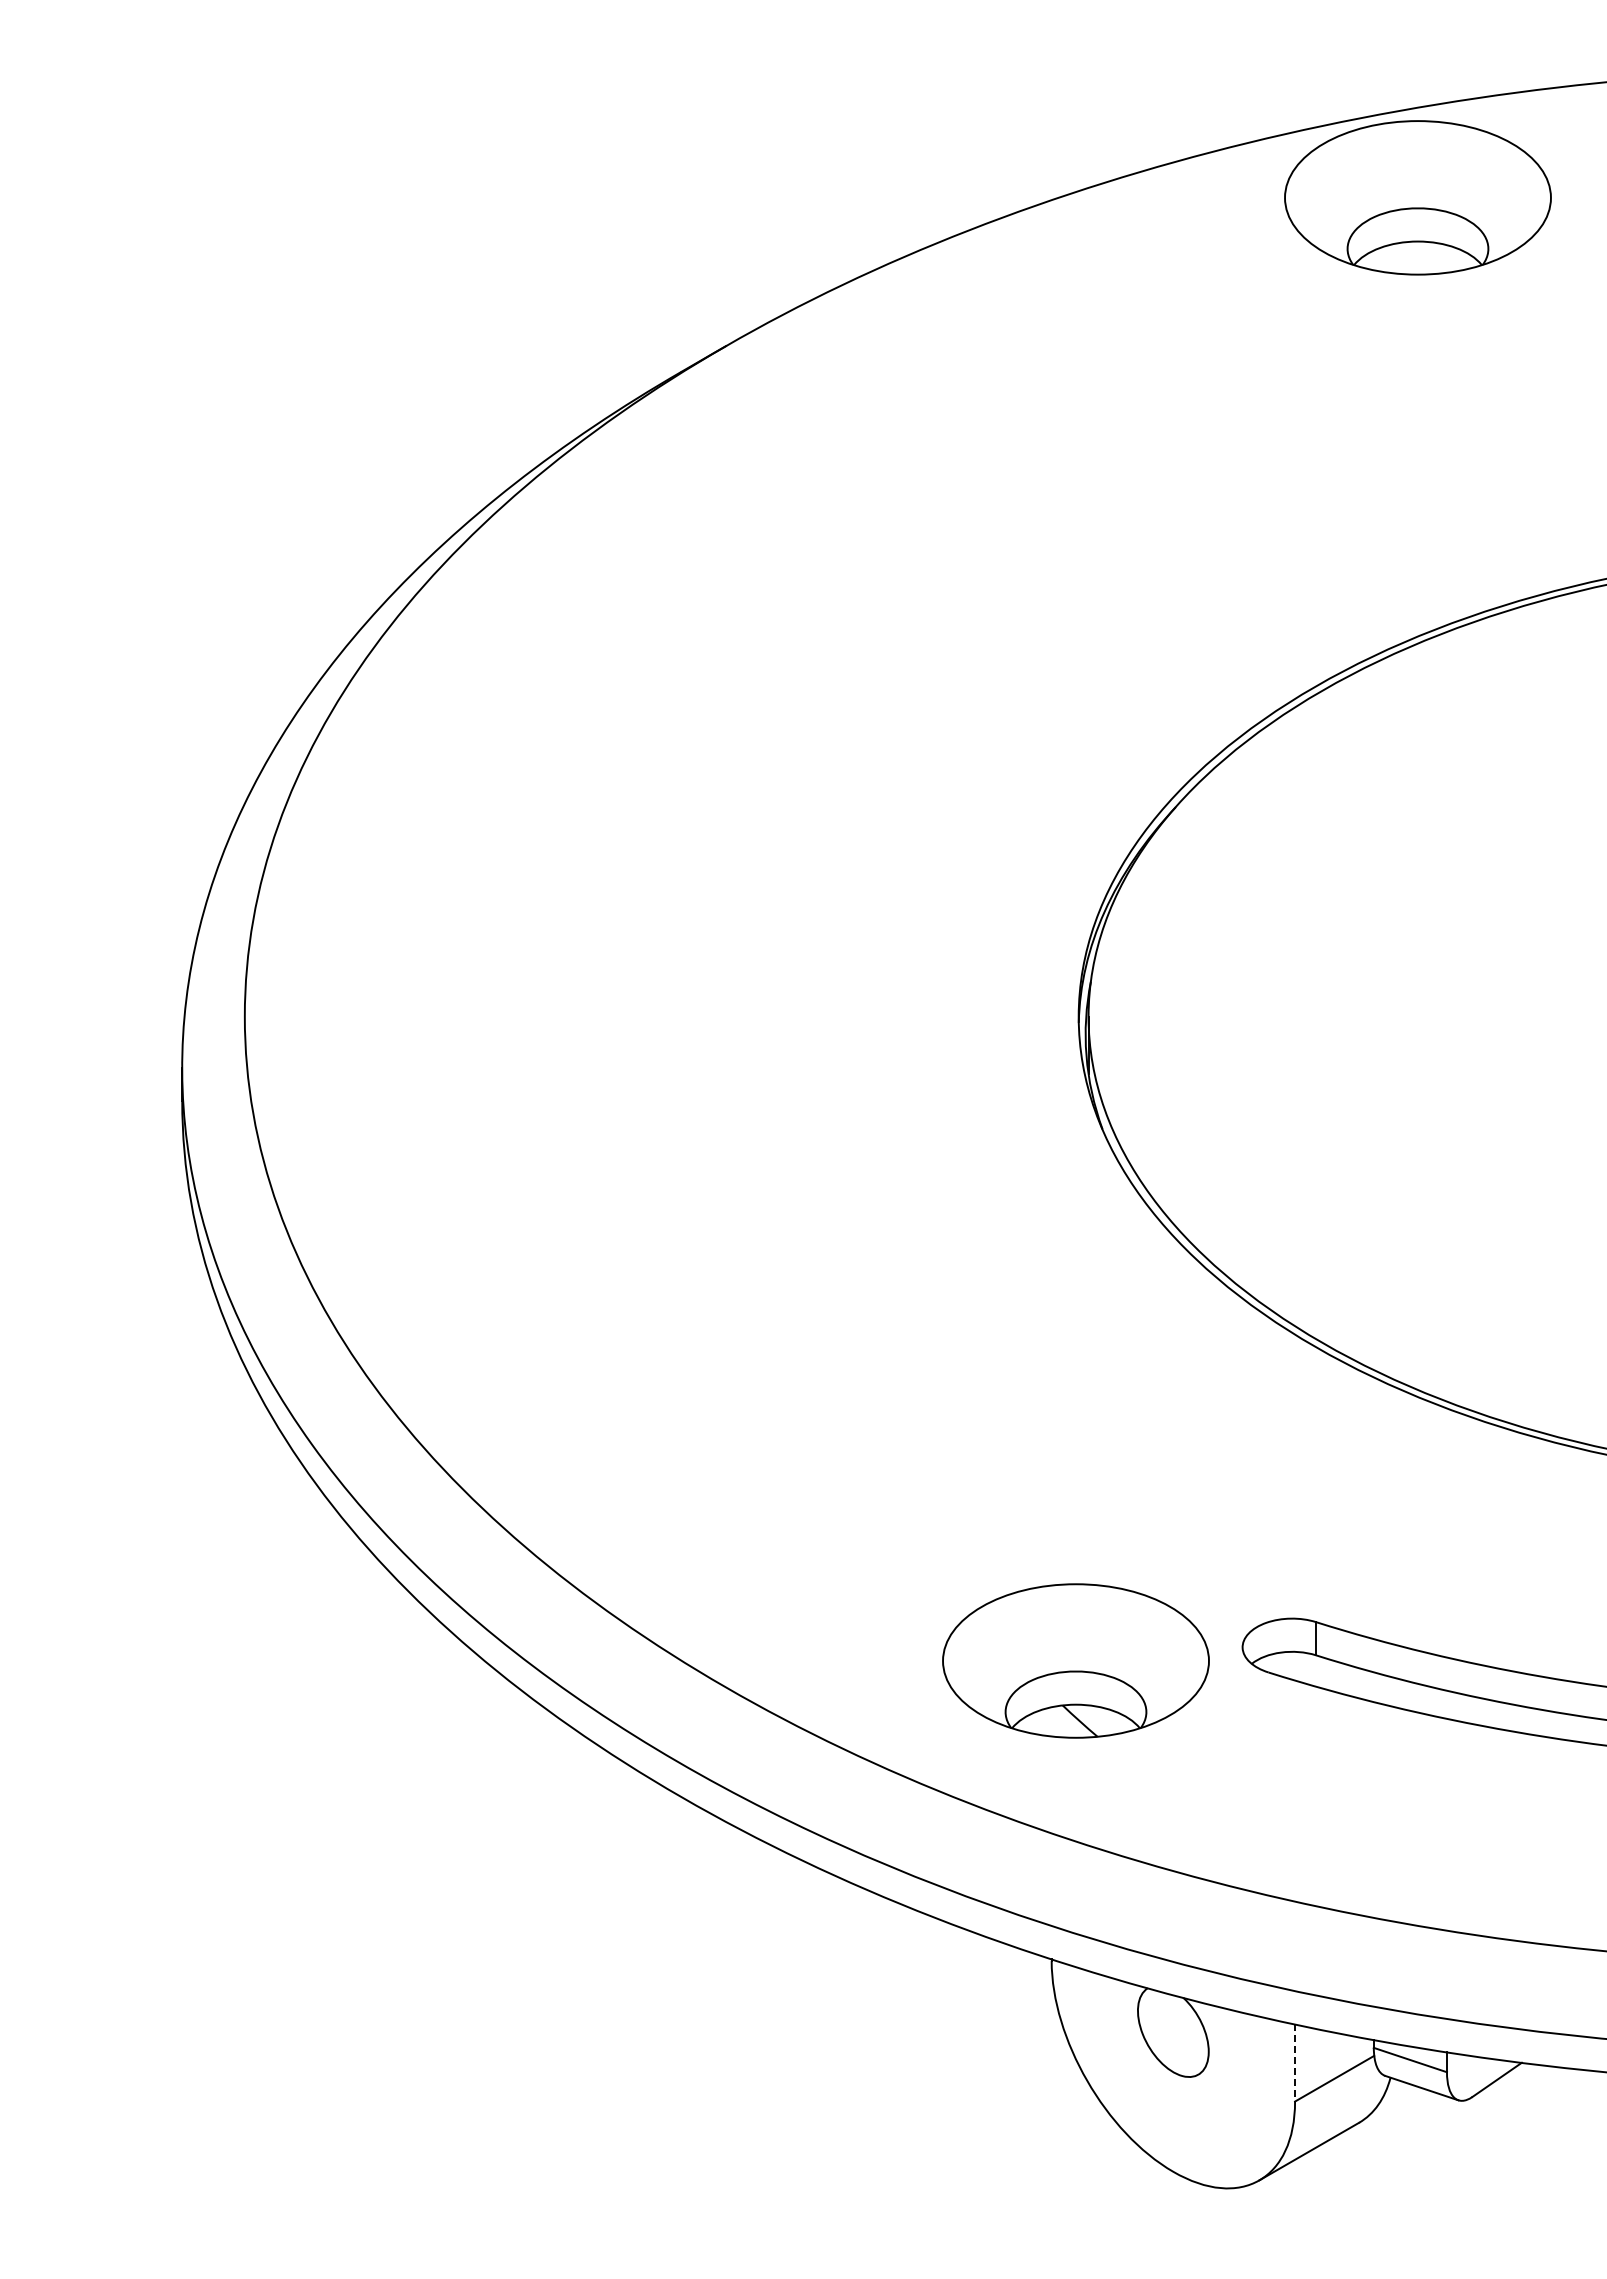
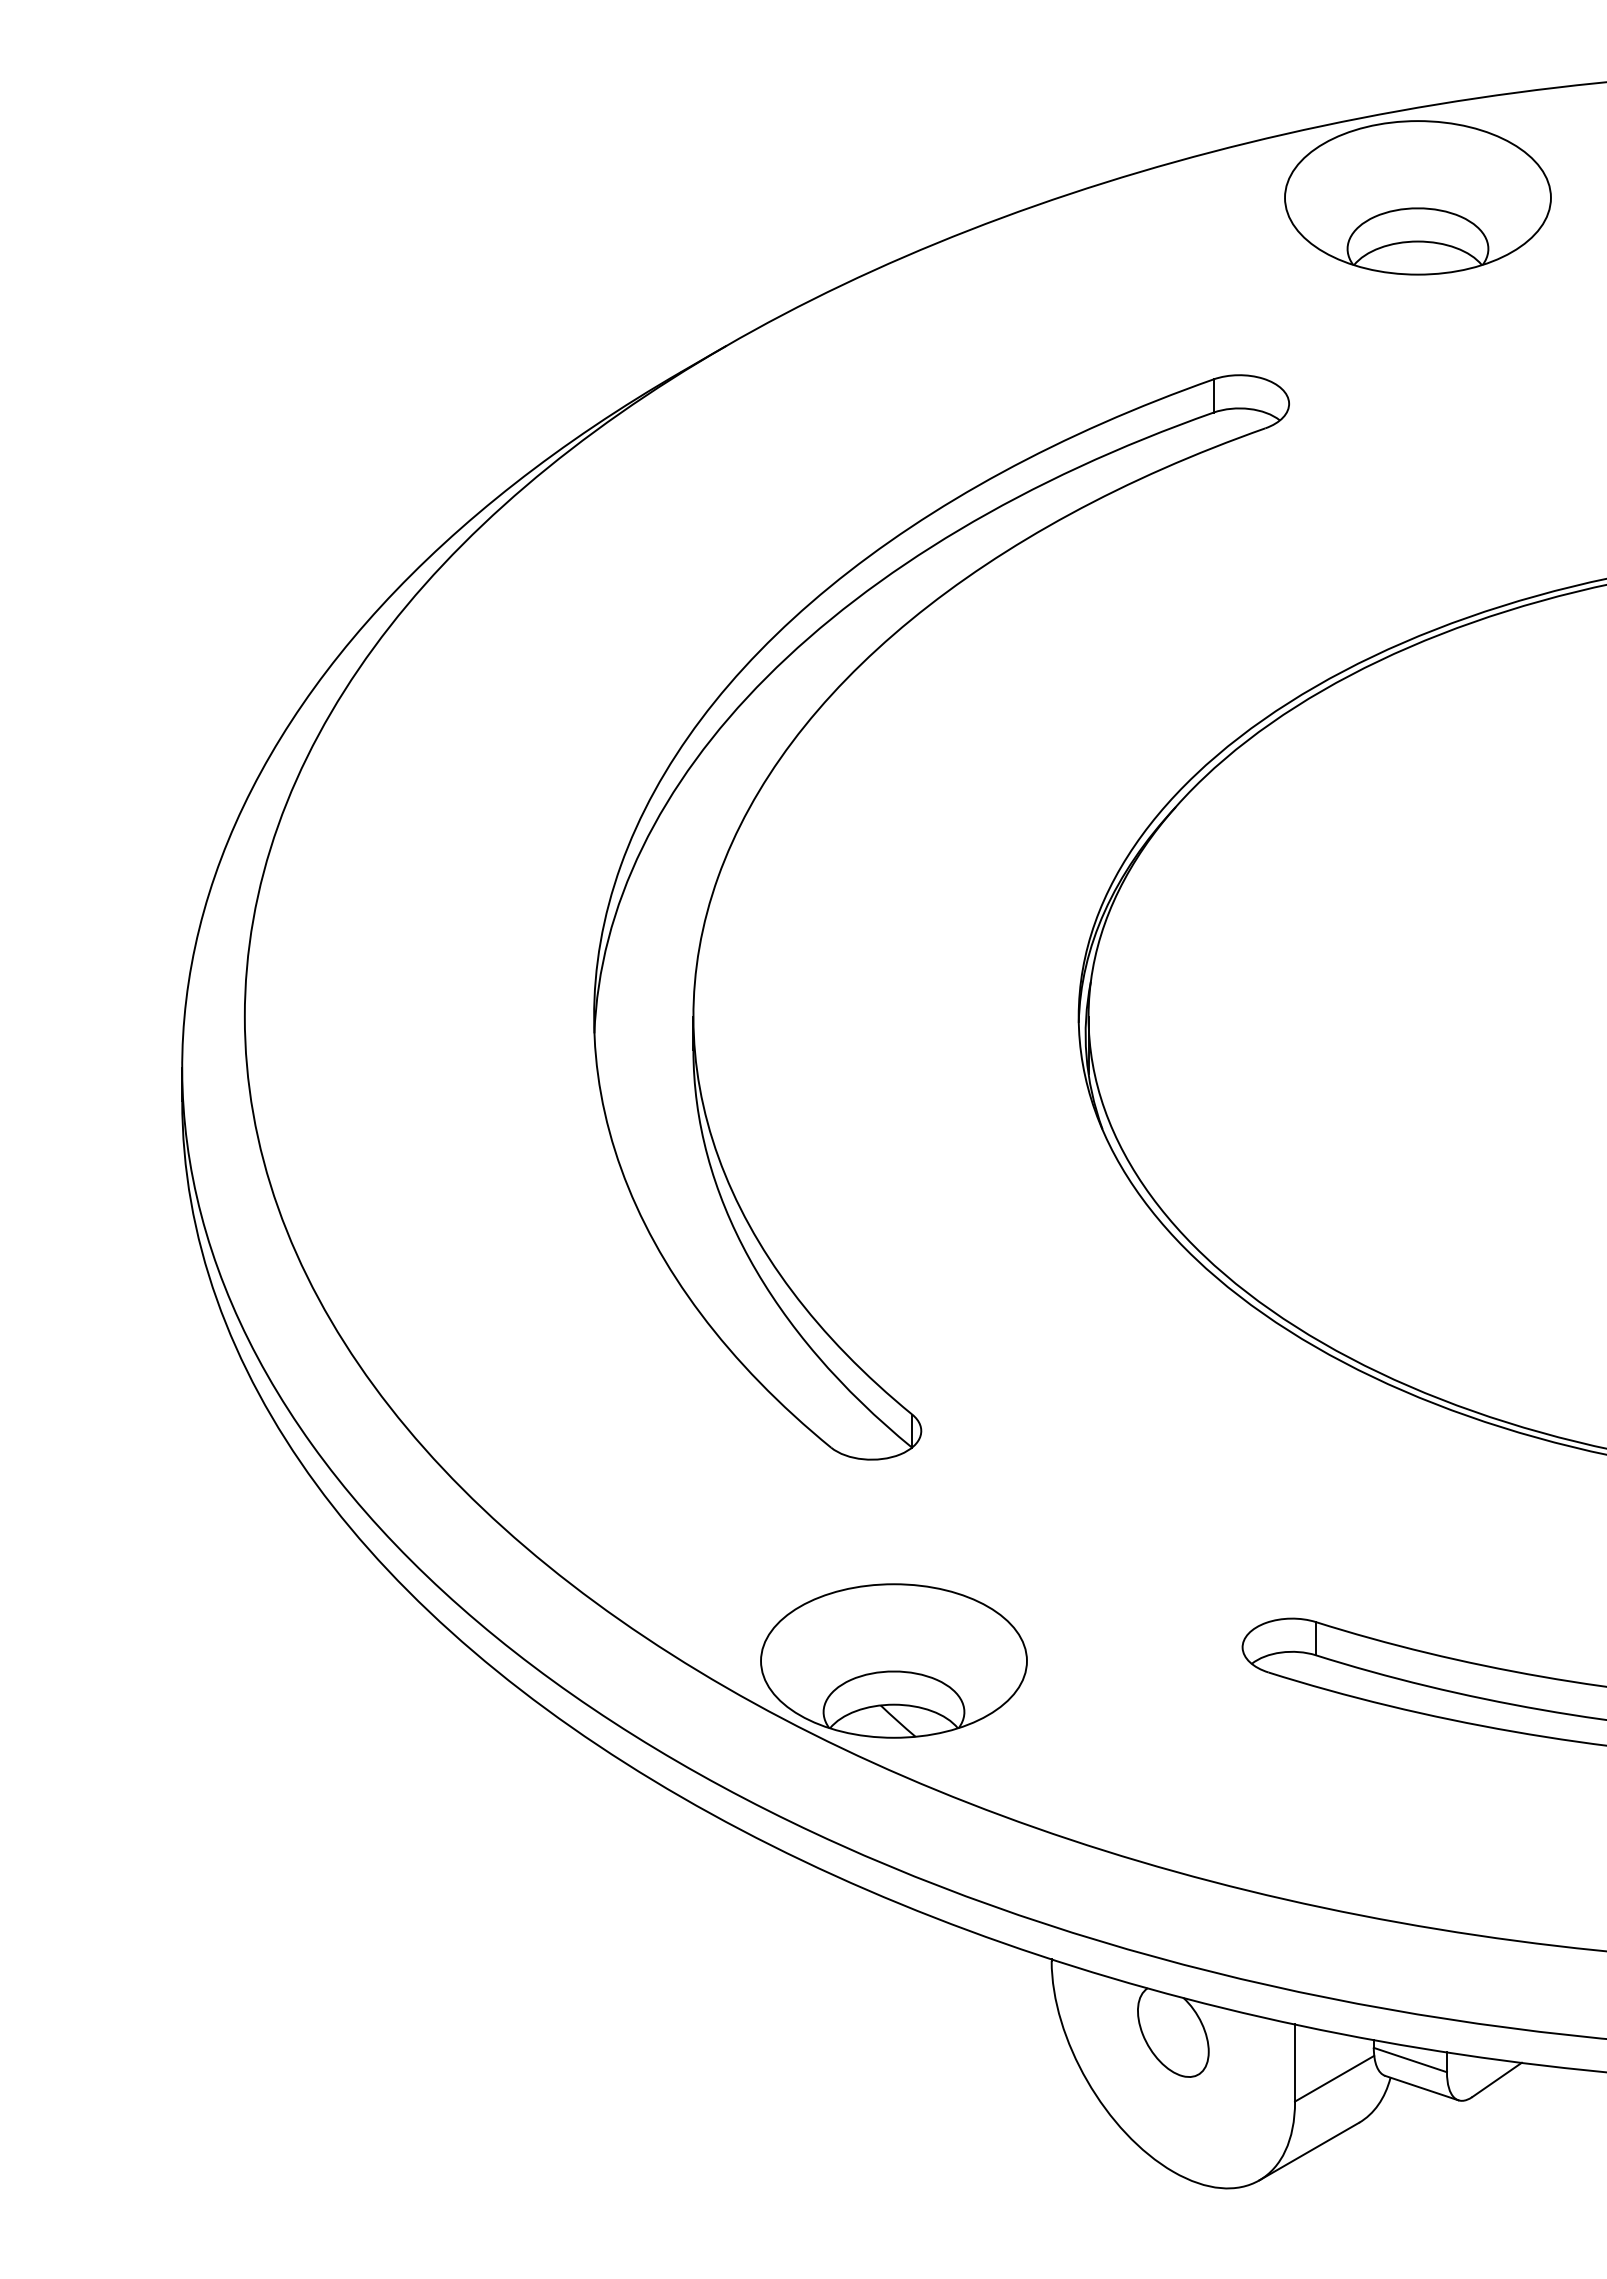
part at (747, 814): none -> present
part at (1075, 1660) position: (1075, 1660) -> (893, 1660)
line at (1295, 2062): dashed -> solid
